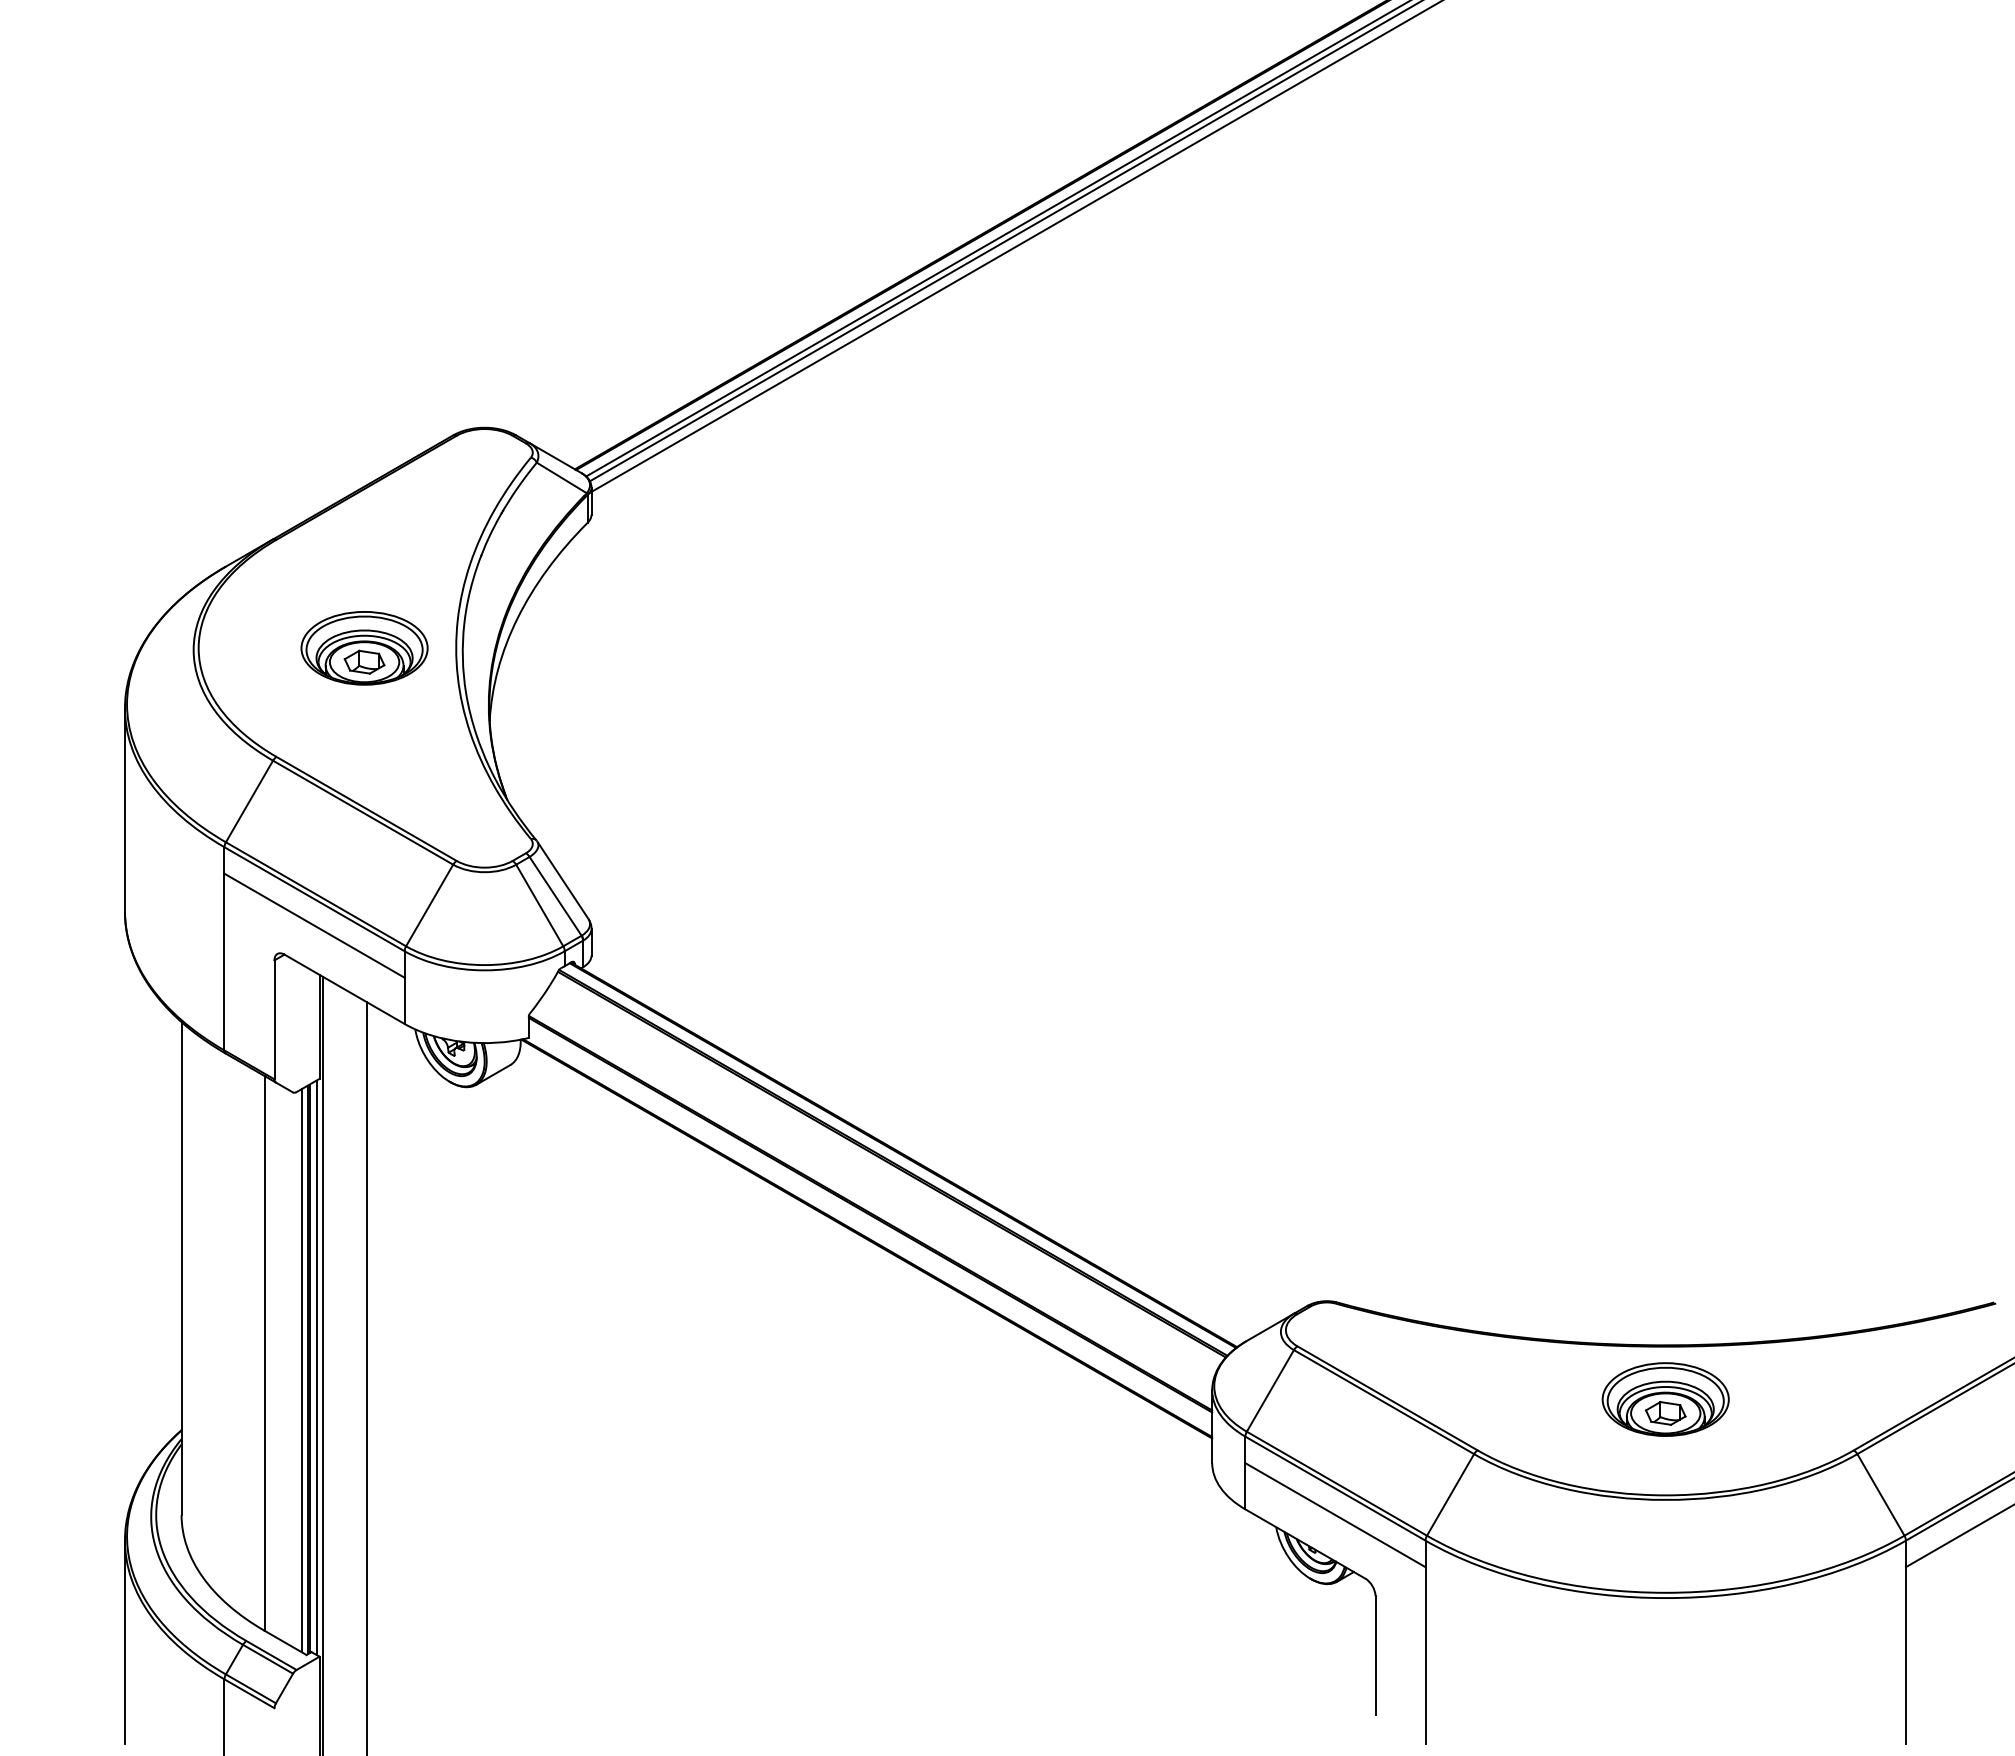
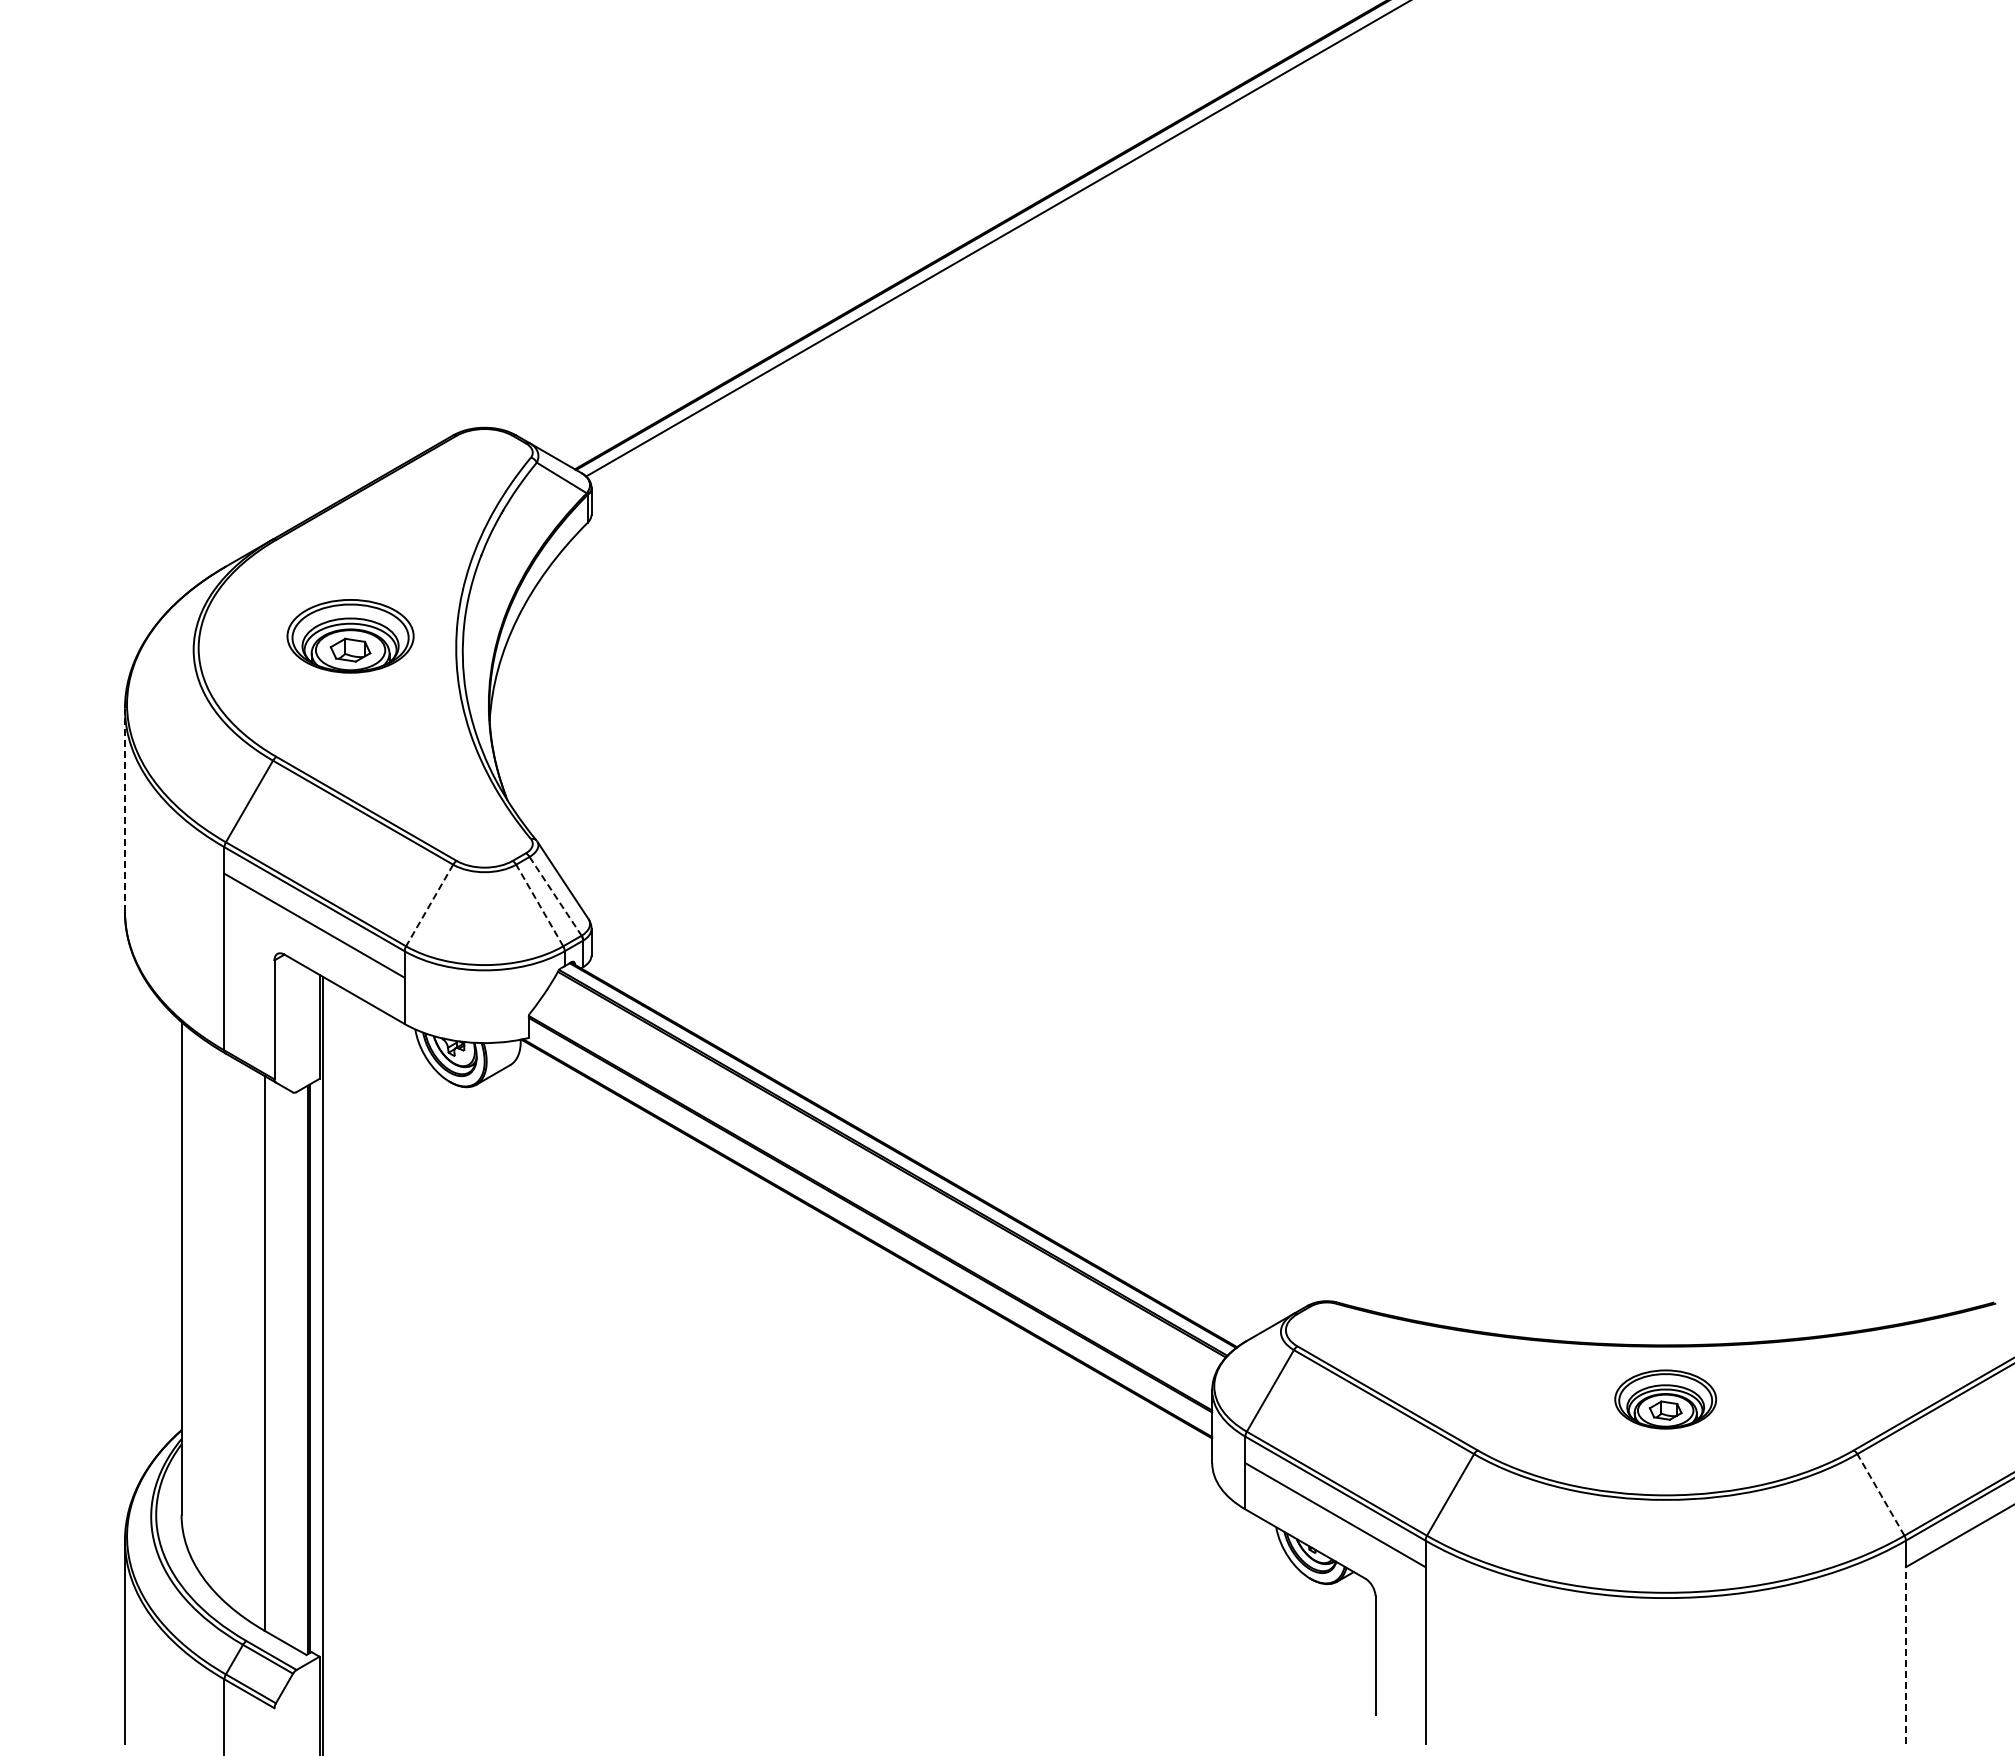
line at (1004, 241): present -> none
line at (1015, 246): present -> none
part at (364, 648) position: (364, 648) -> (350, 636)
line at (124, 810): solid -> dashed
line at (555, 896): solid -> dashed
line at (429, 905): solid -> dashed
line at (539, 905): solid -> dashed
line at (316, 1367): present -> none
line at (301, 1370): present -> none
line at (367, 1377): present -> none
part at (1665, 1399) size: 129x75 px -> 104x61 px
line at (1880, 1494): solid -> dashed
line at (1905, 1655): solid -> dashed
